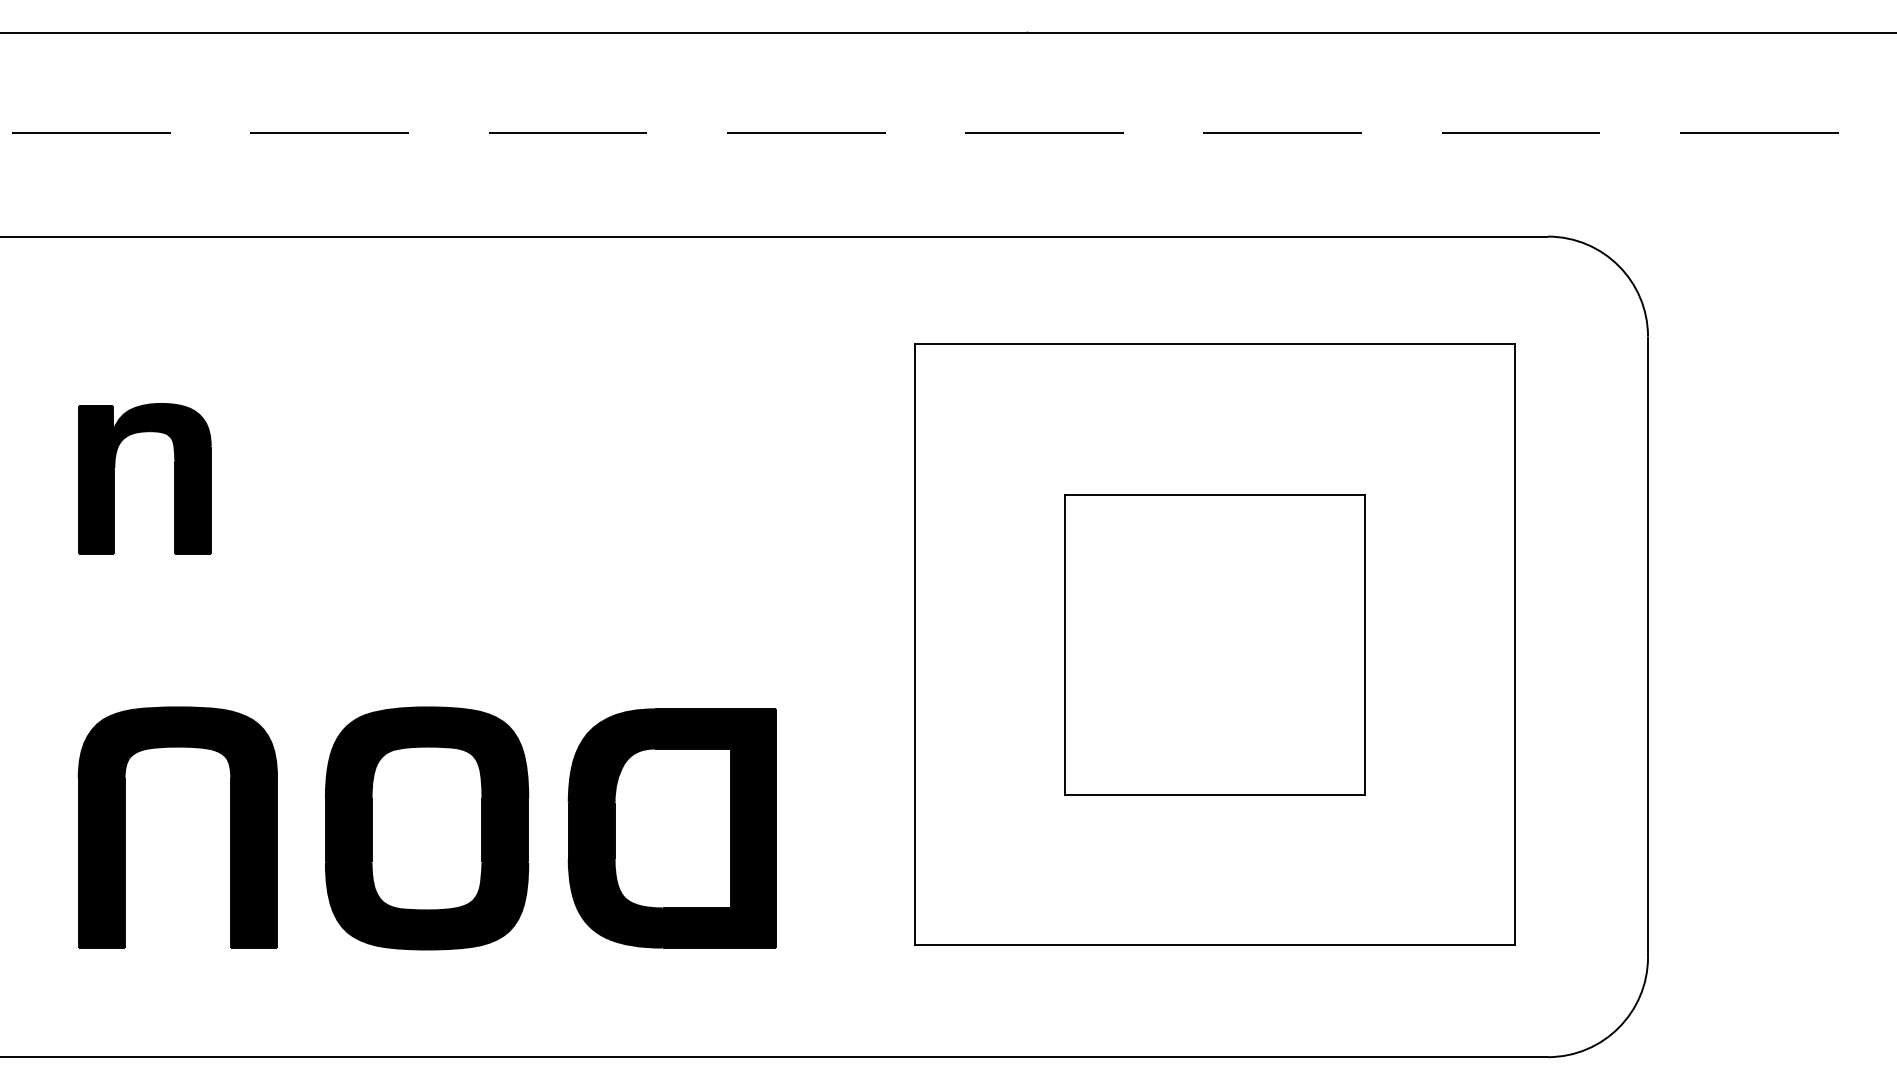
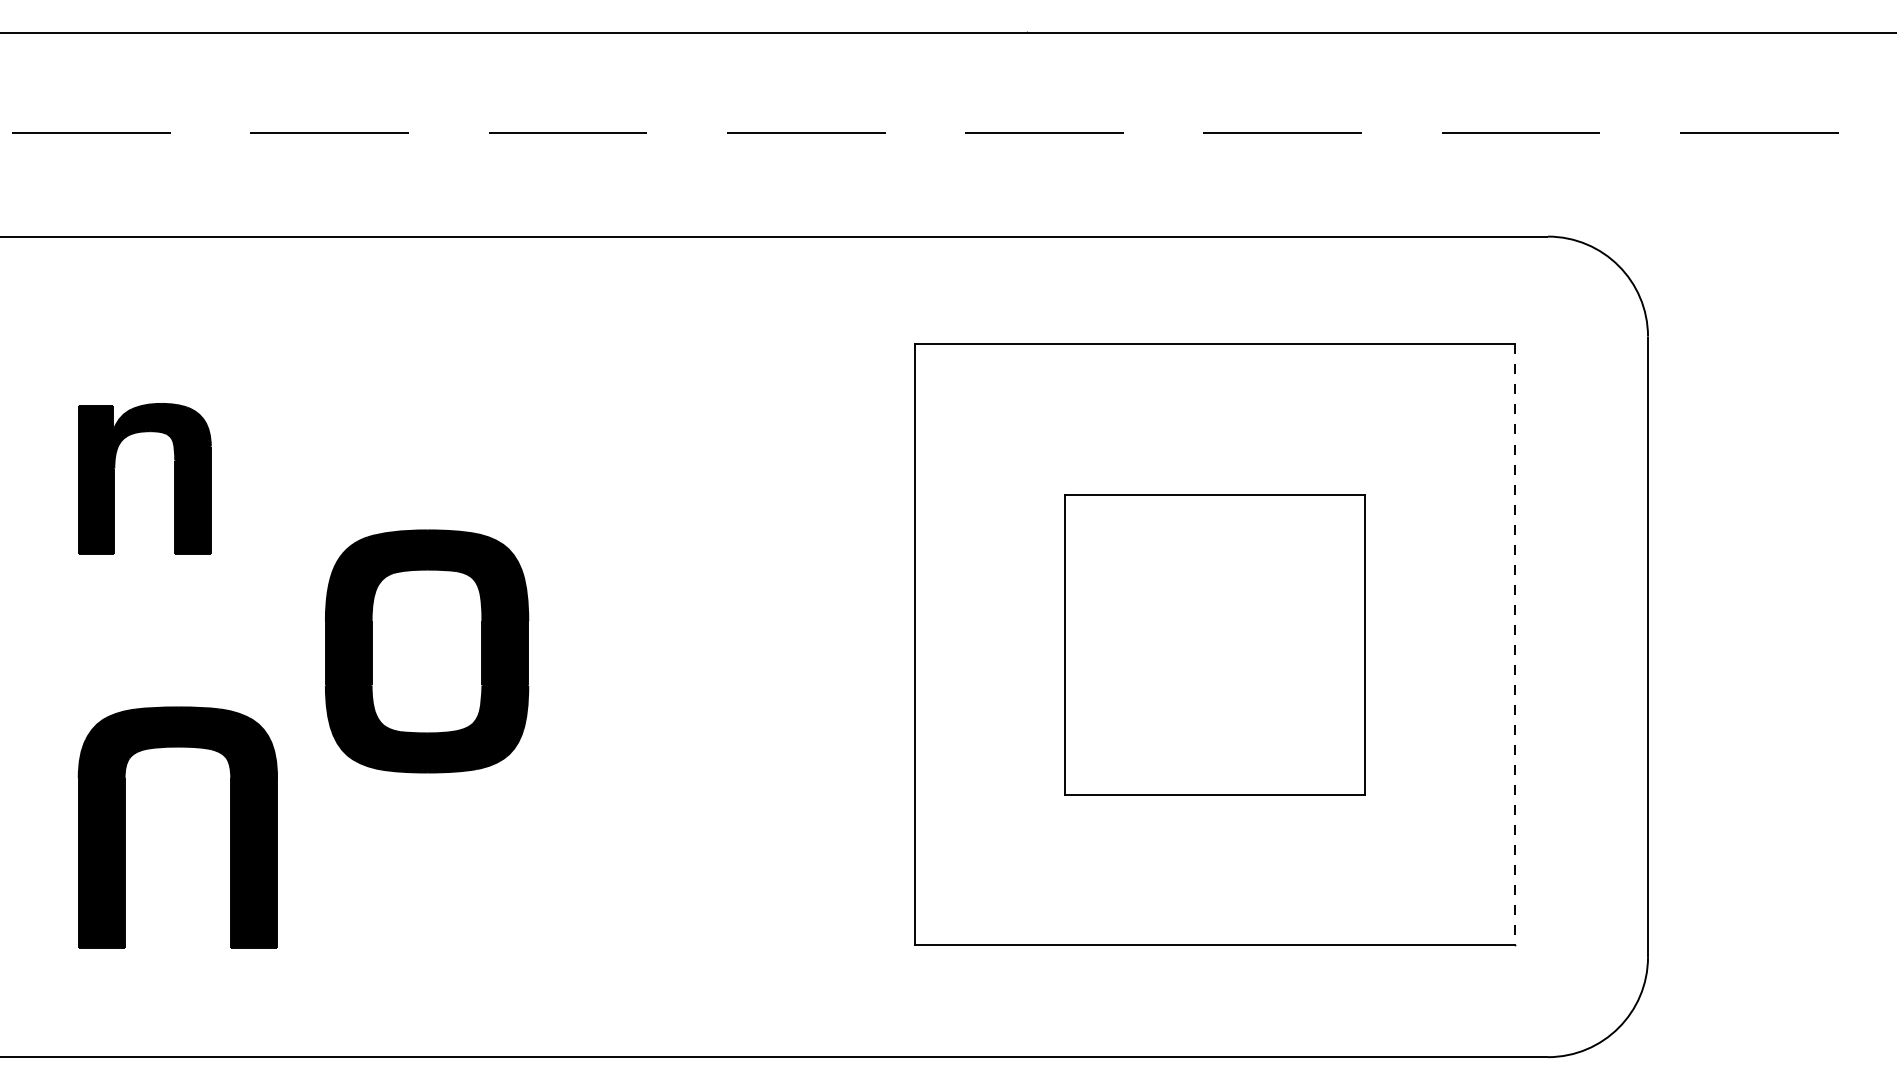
line at (1515, 645): solid -> dashed
part at (427, 828) position: (427, 828) -> (427, 651)
part at (671, 828): present -> none
